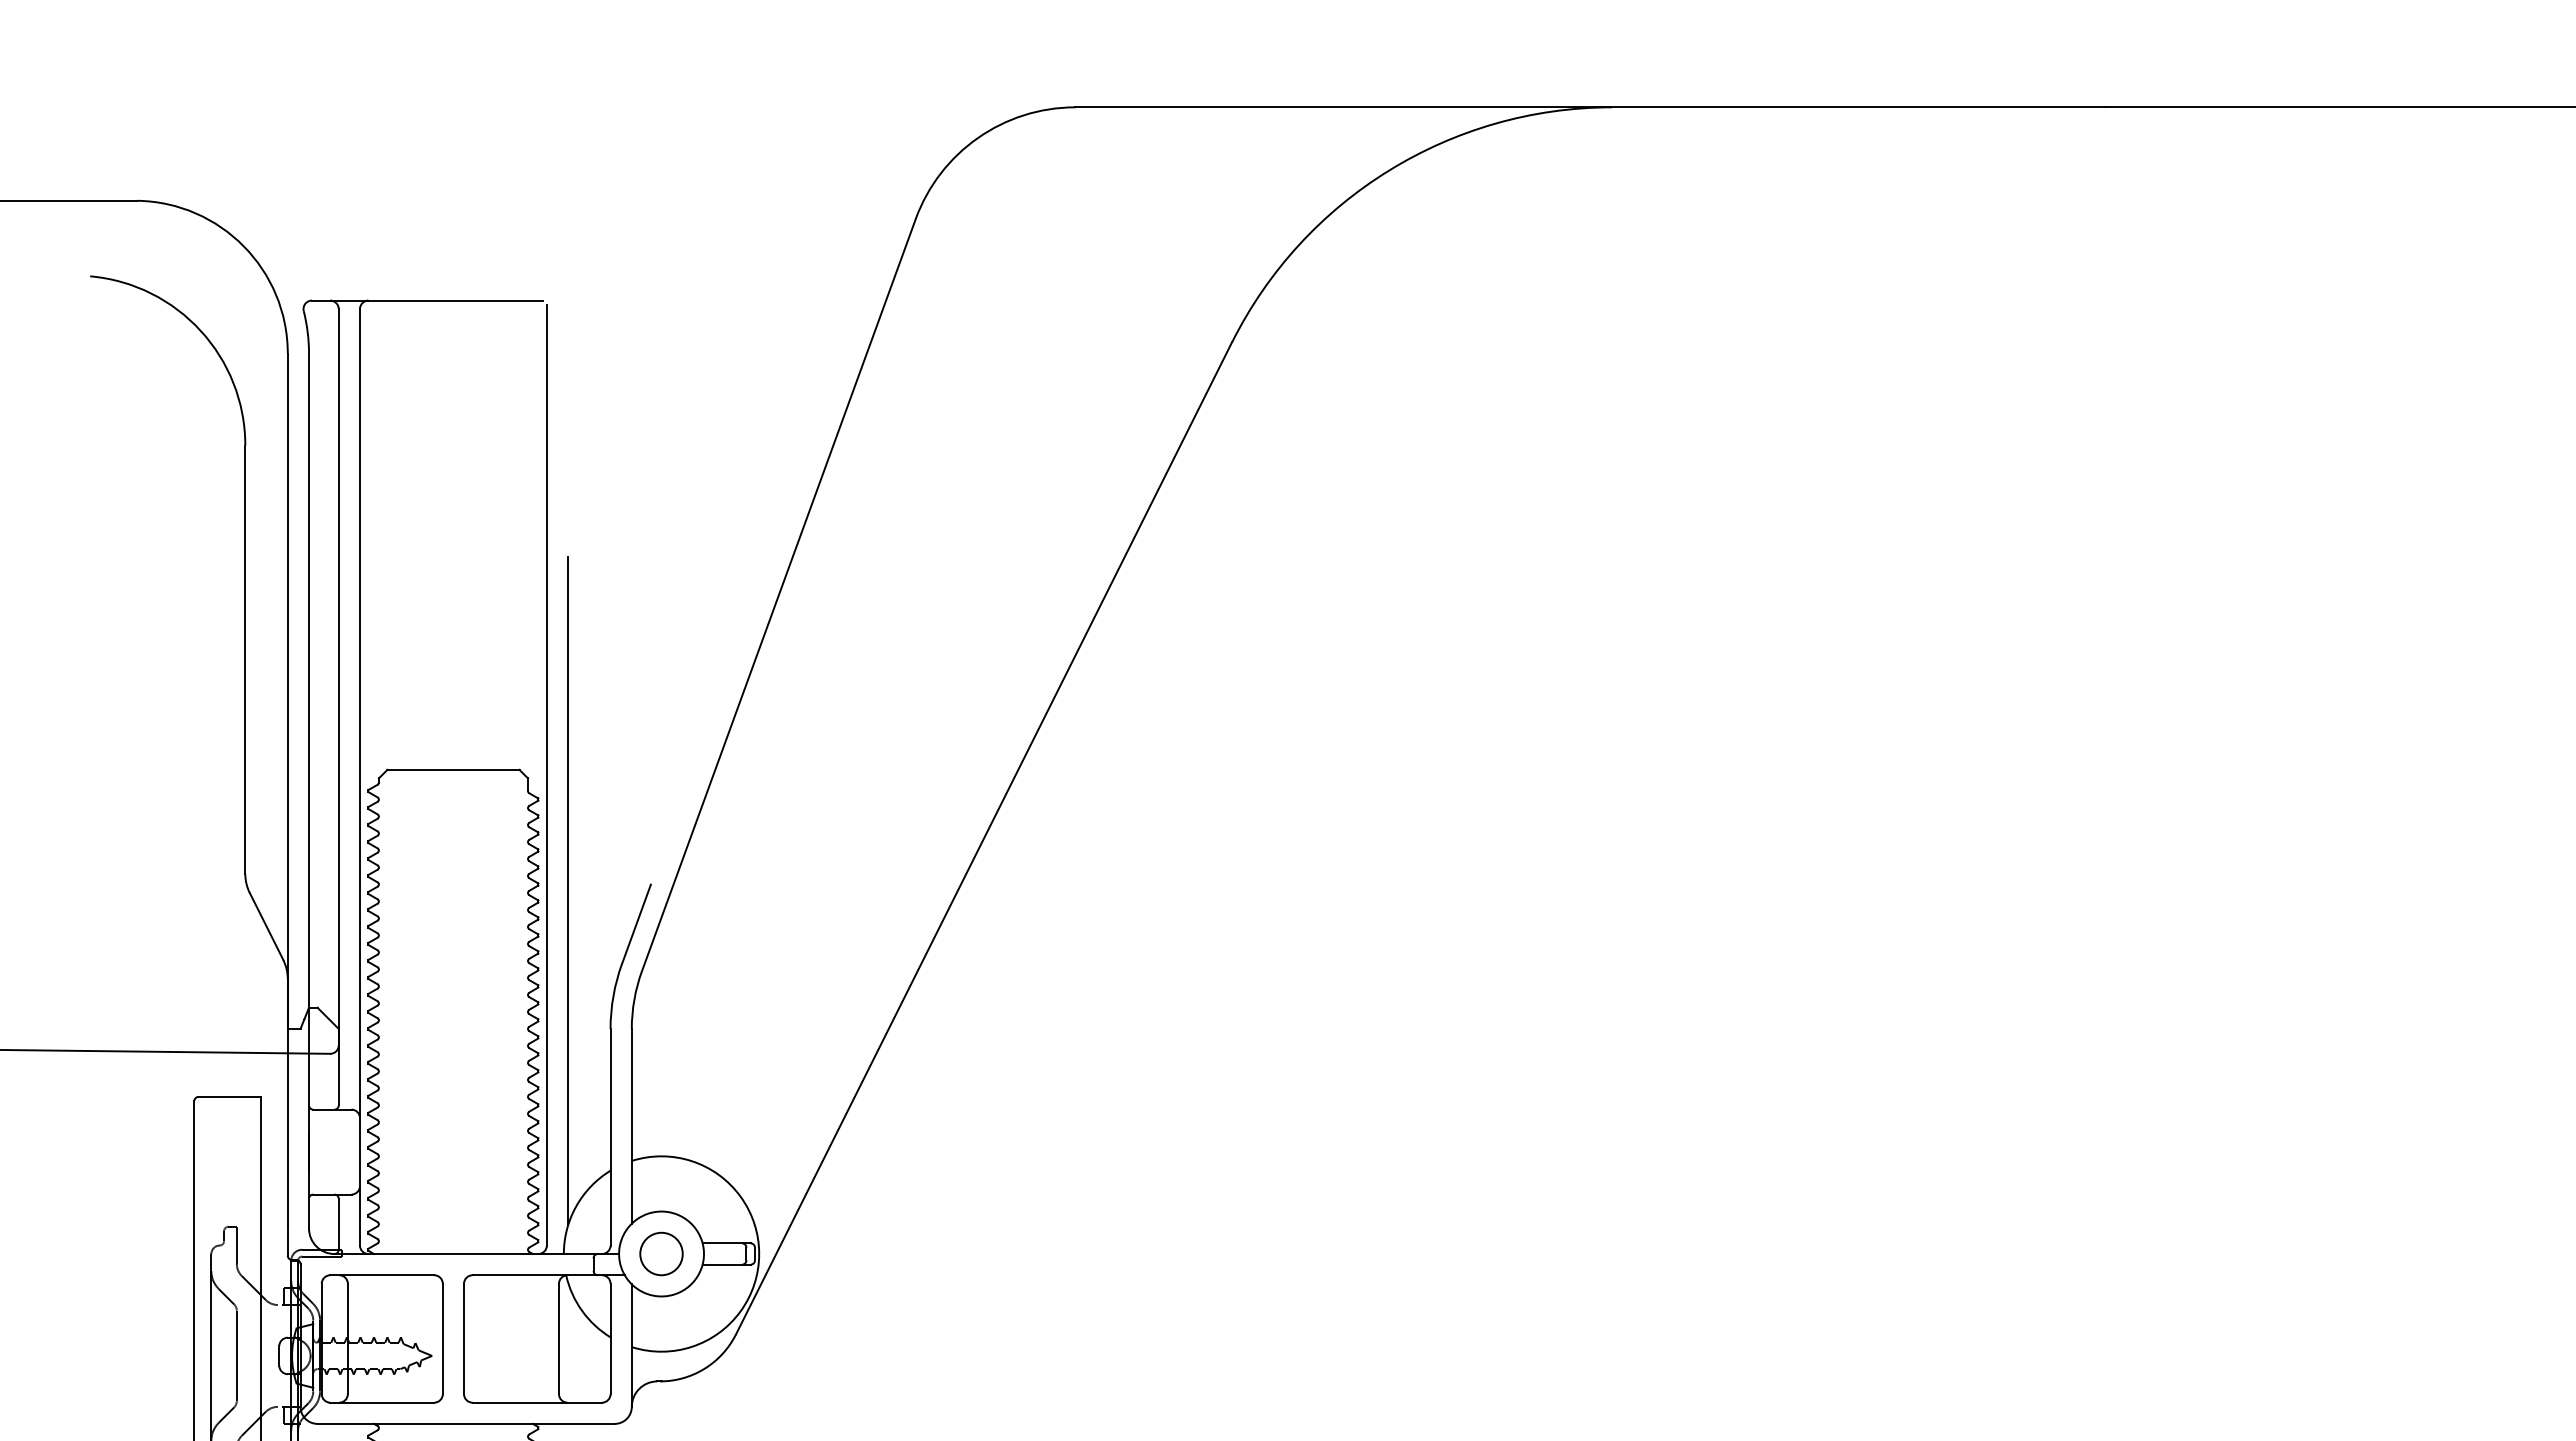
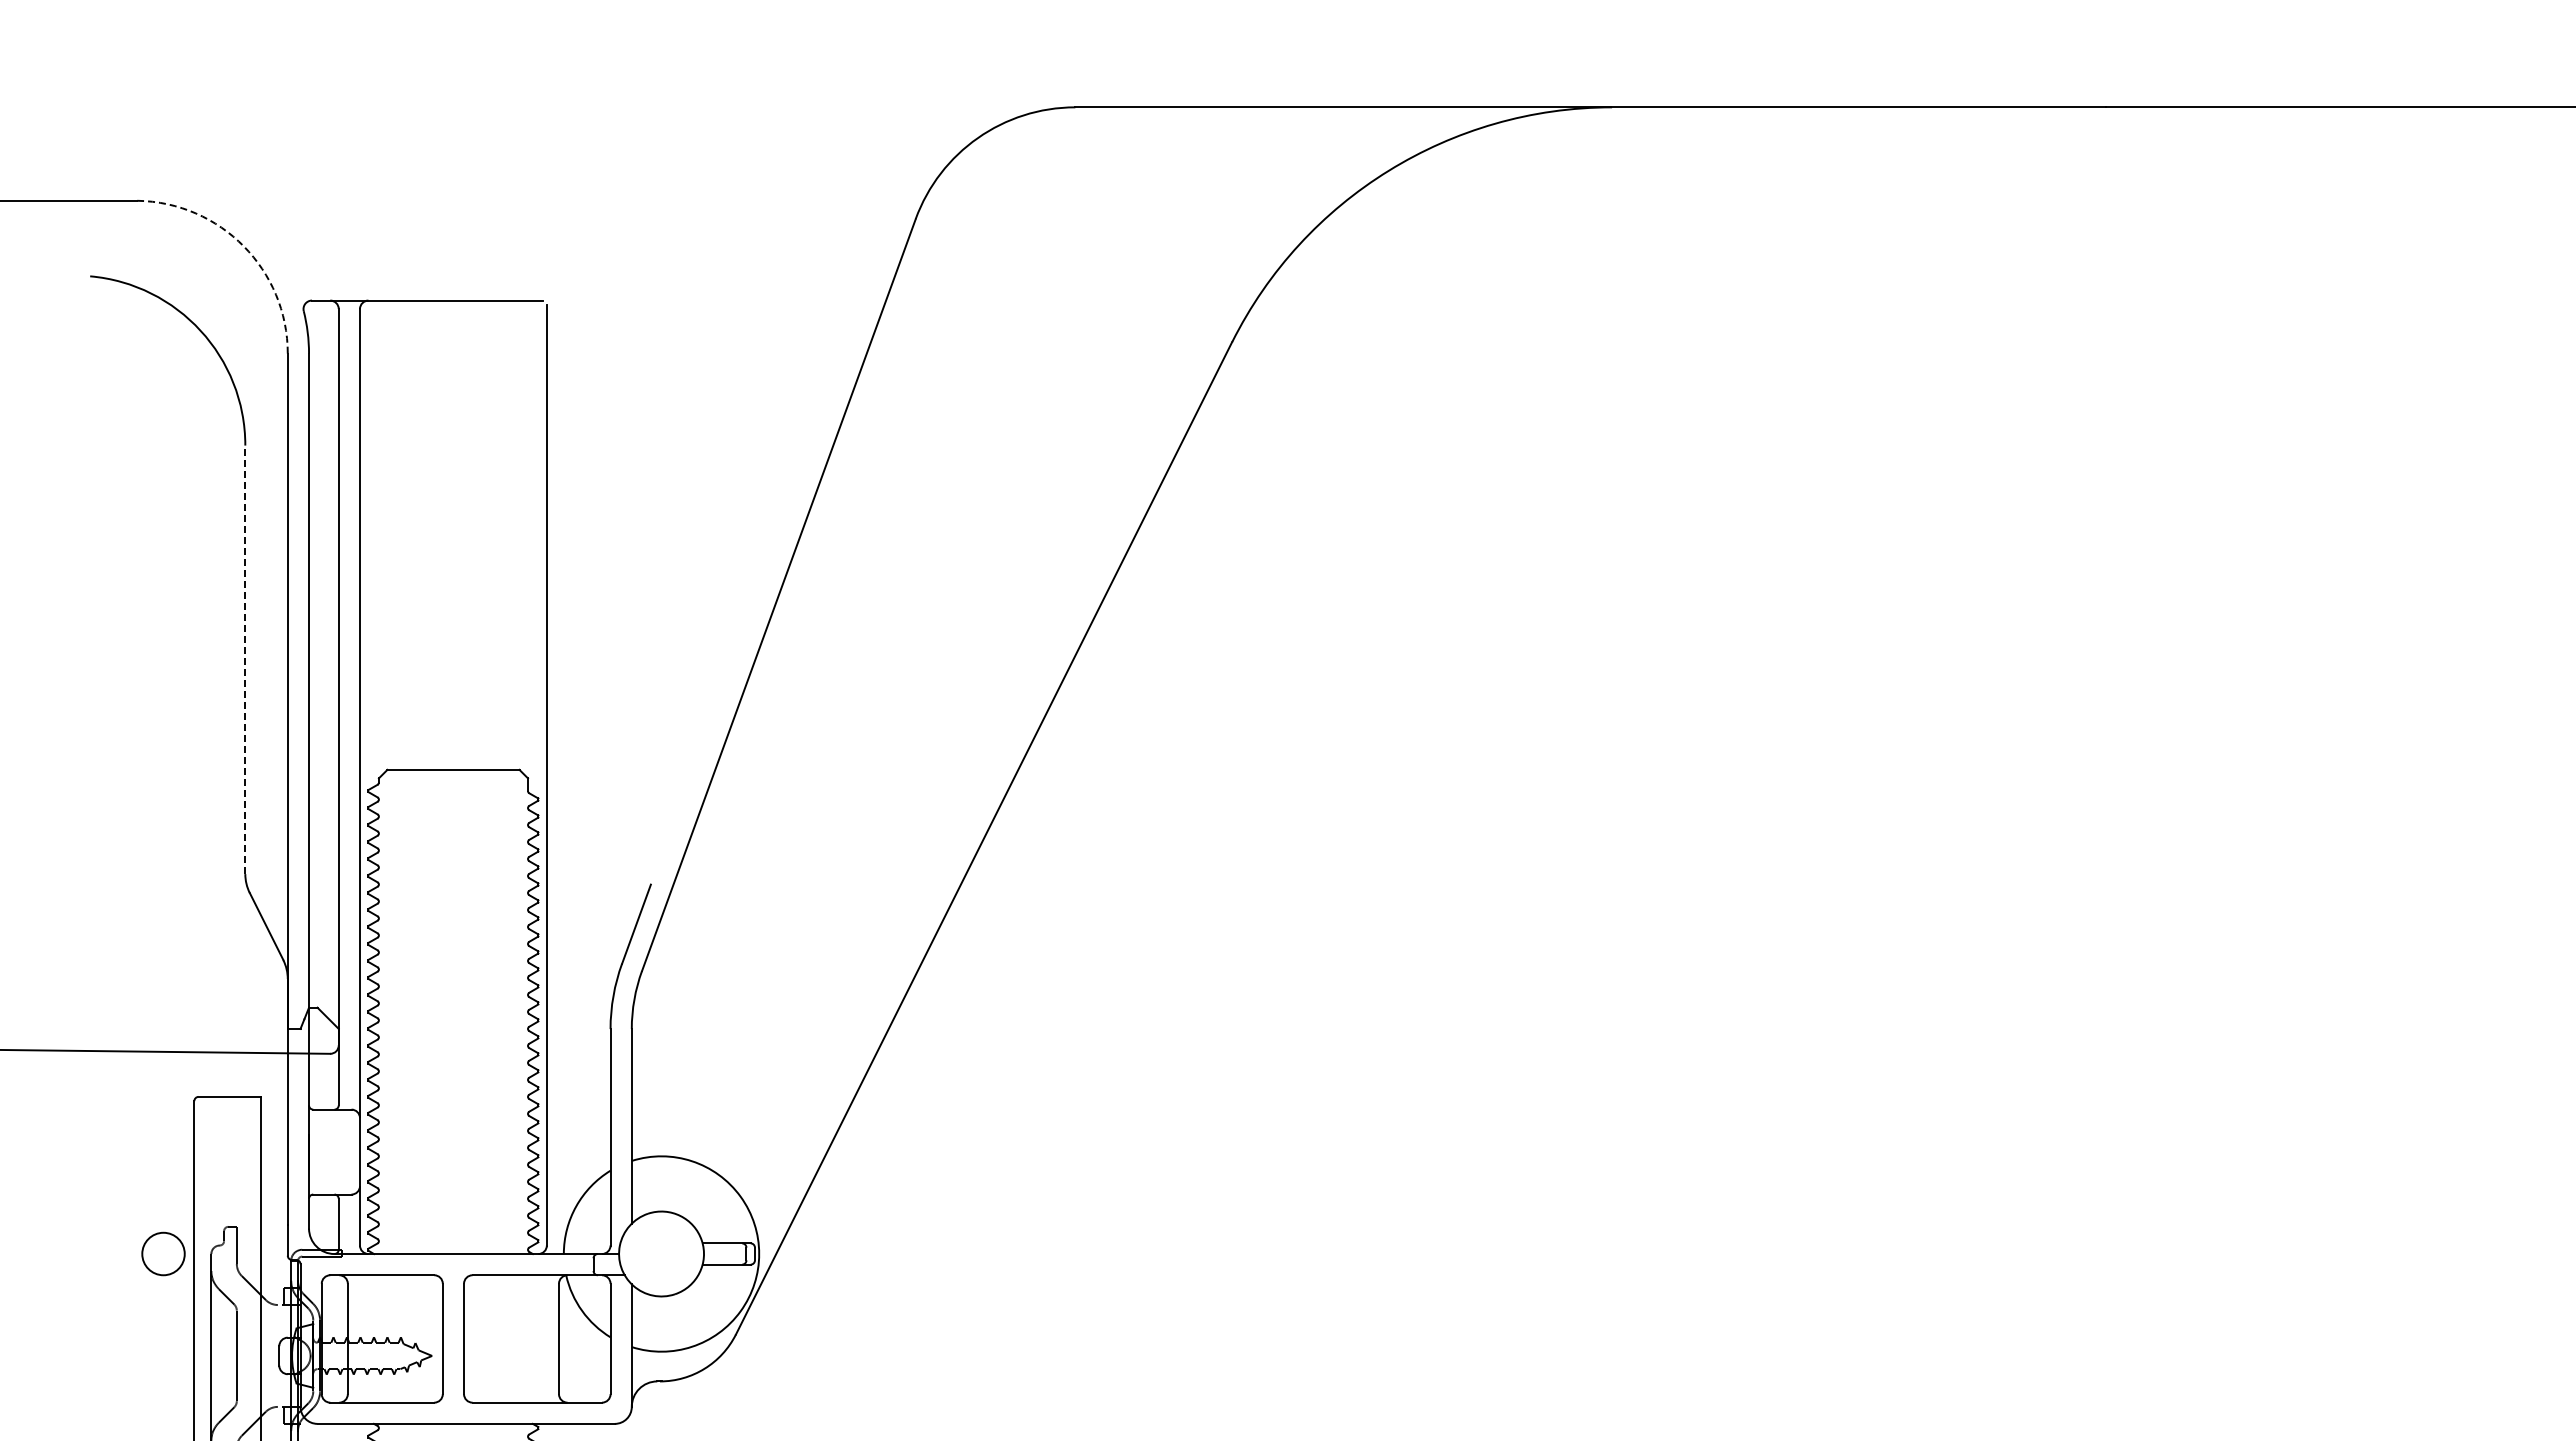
arc at (243, 246): solid -> dashed
line at (245, 659): solid -> dashed
line at (568, 891): present -> none
part at (661, 1253) position: (661, 1253) -> (163, 1253)
